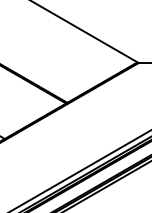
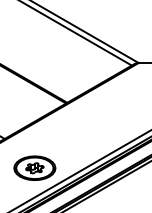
line at (76, 33): none -> present
part at (34, 167): none -> present
